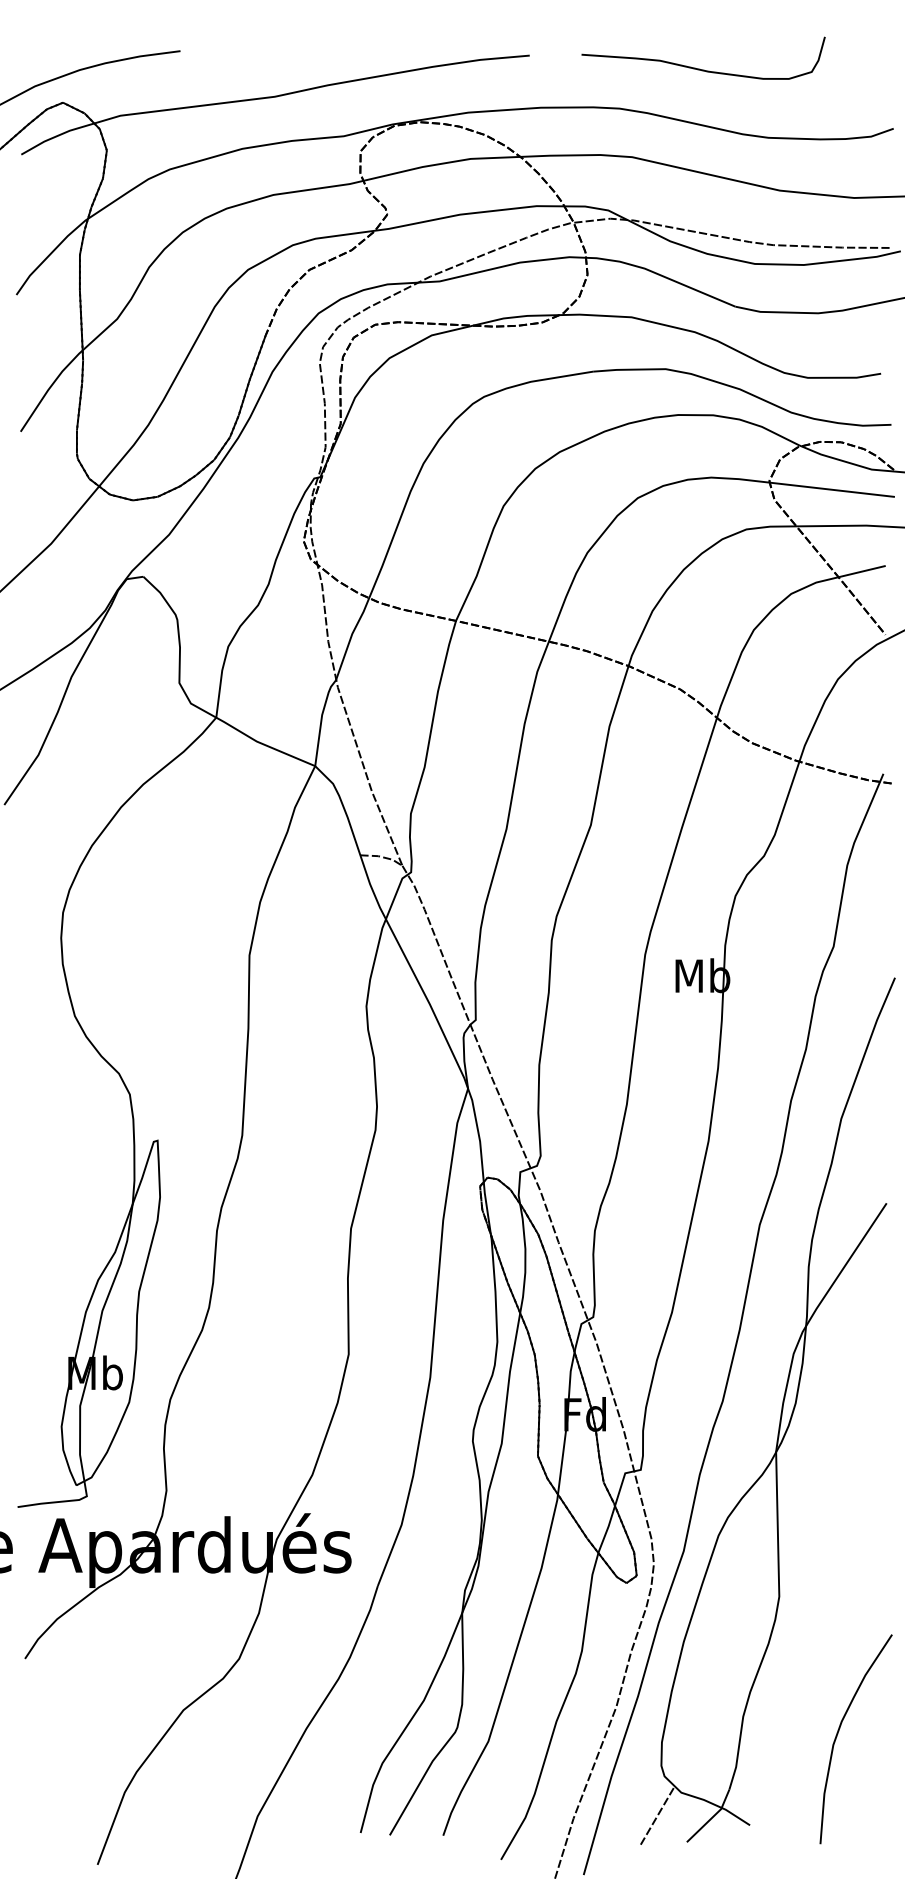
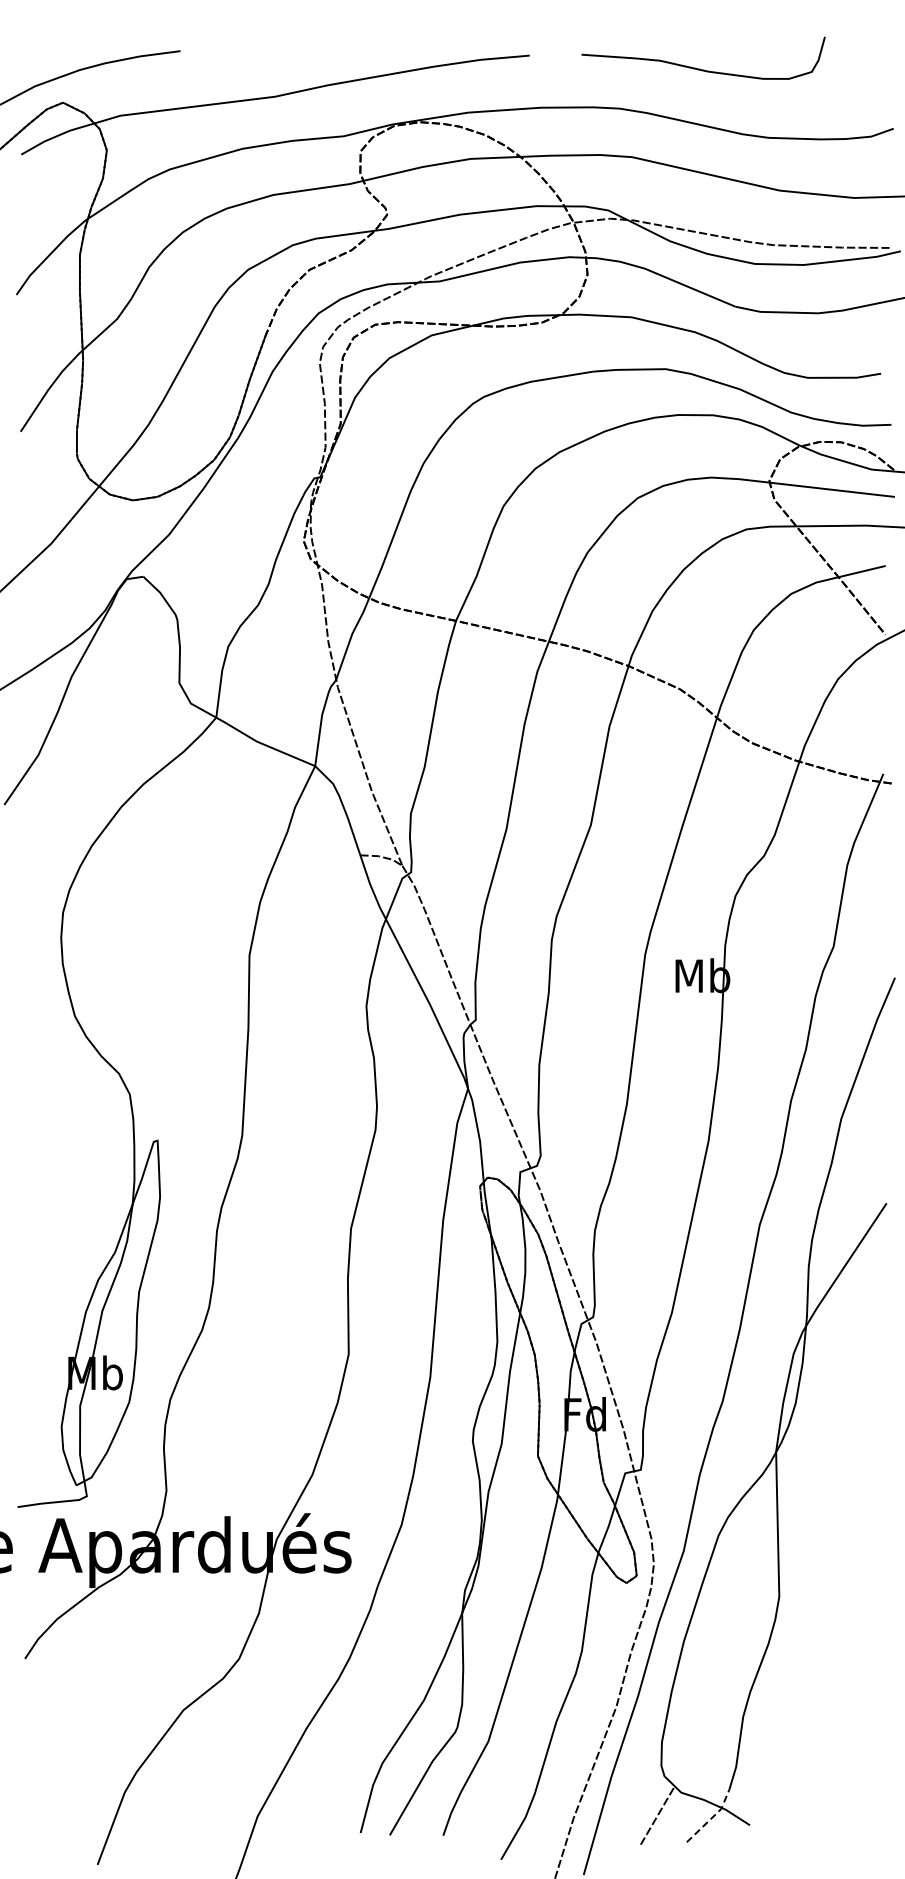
curve at (838, 1734): present -> none
line at (711, 1818): solid -> dashed
